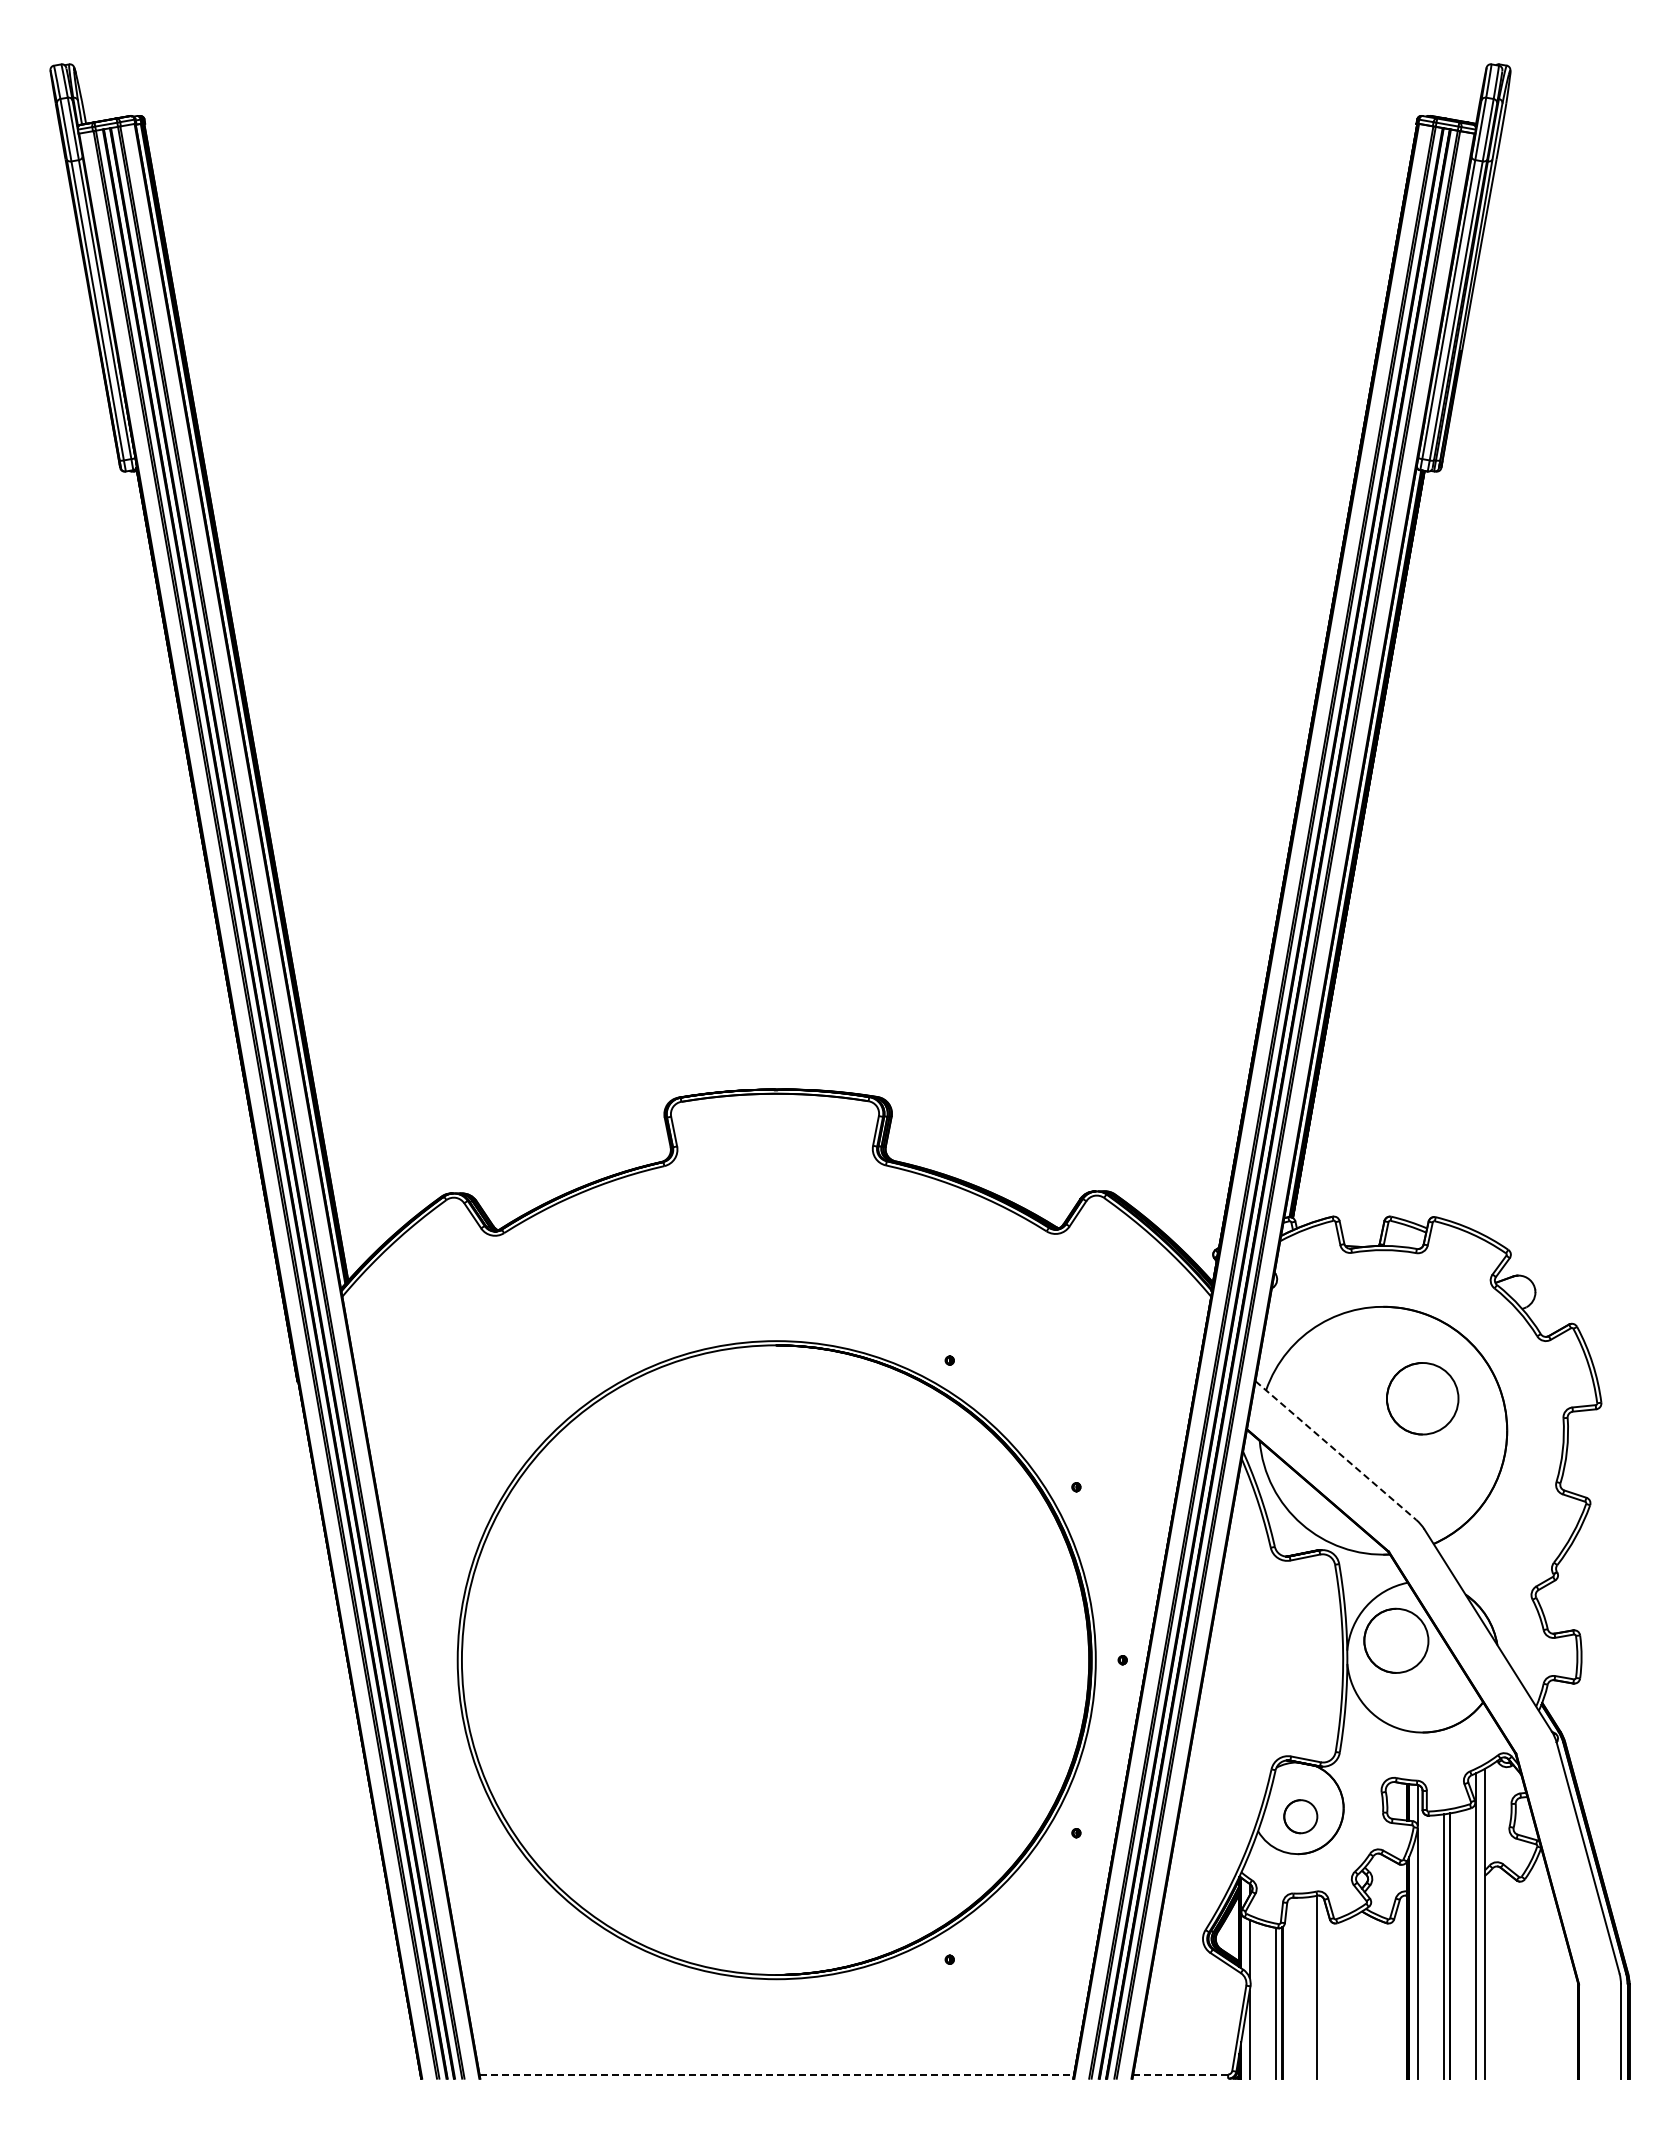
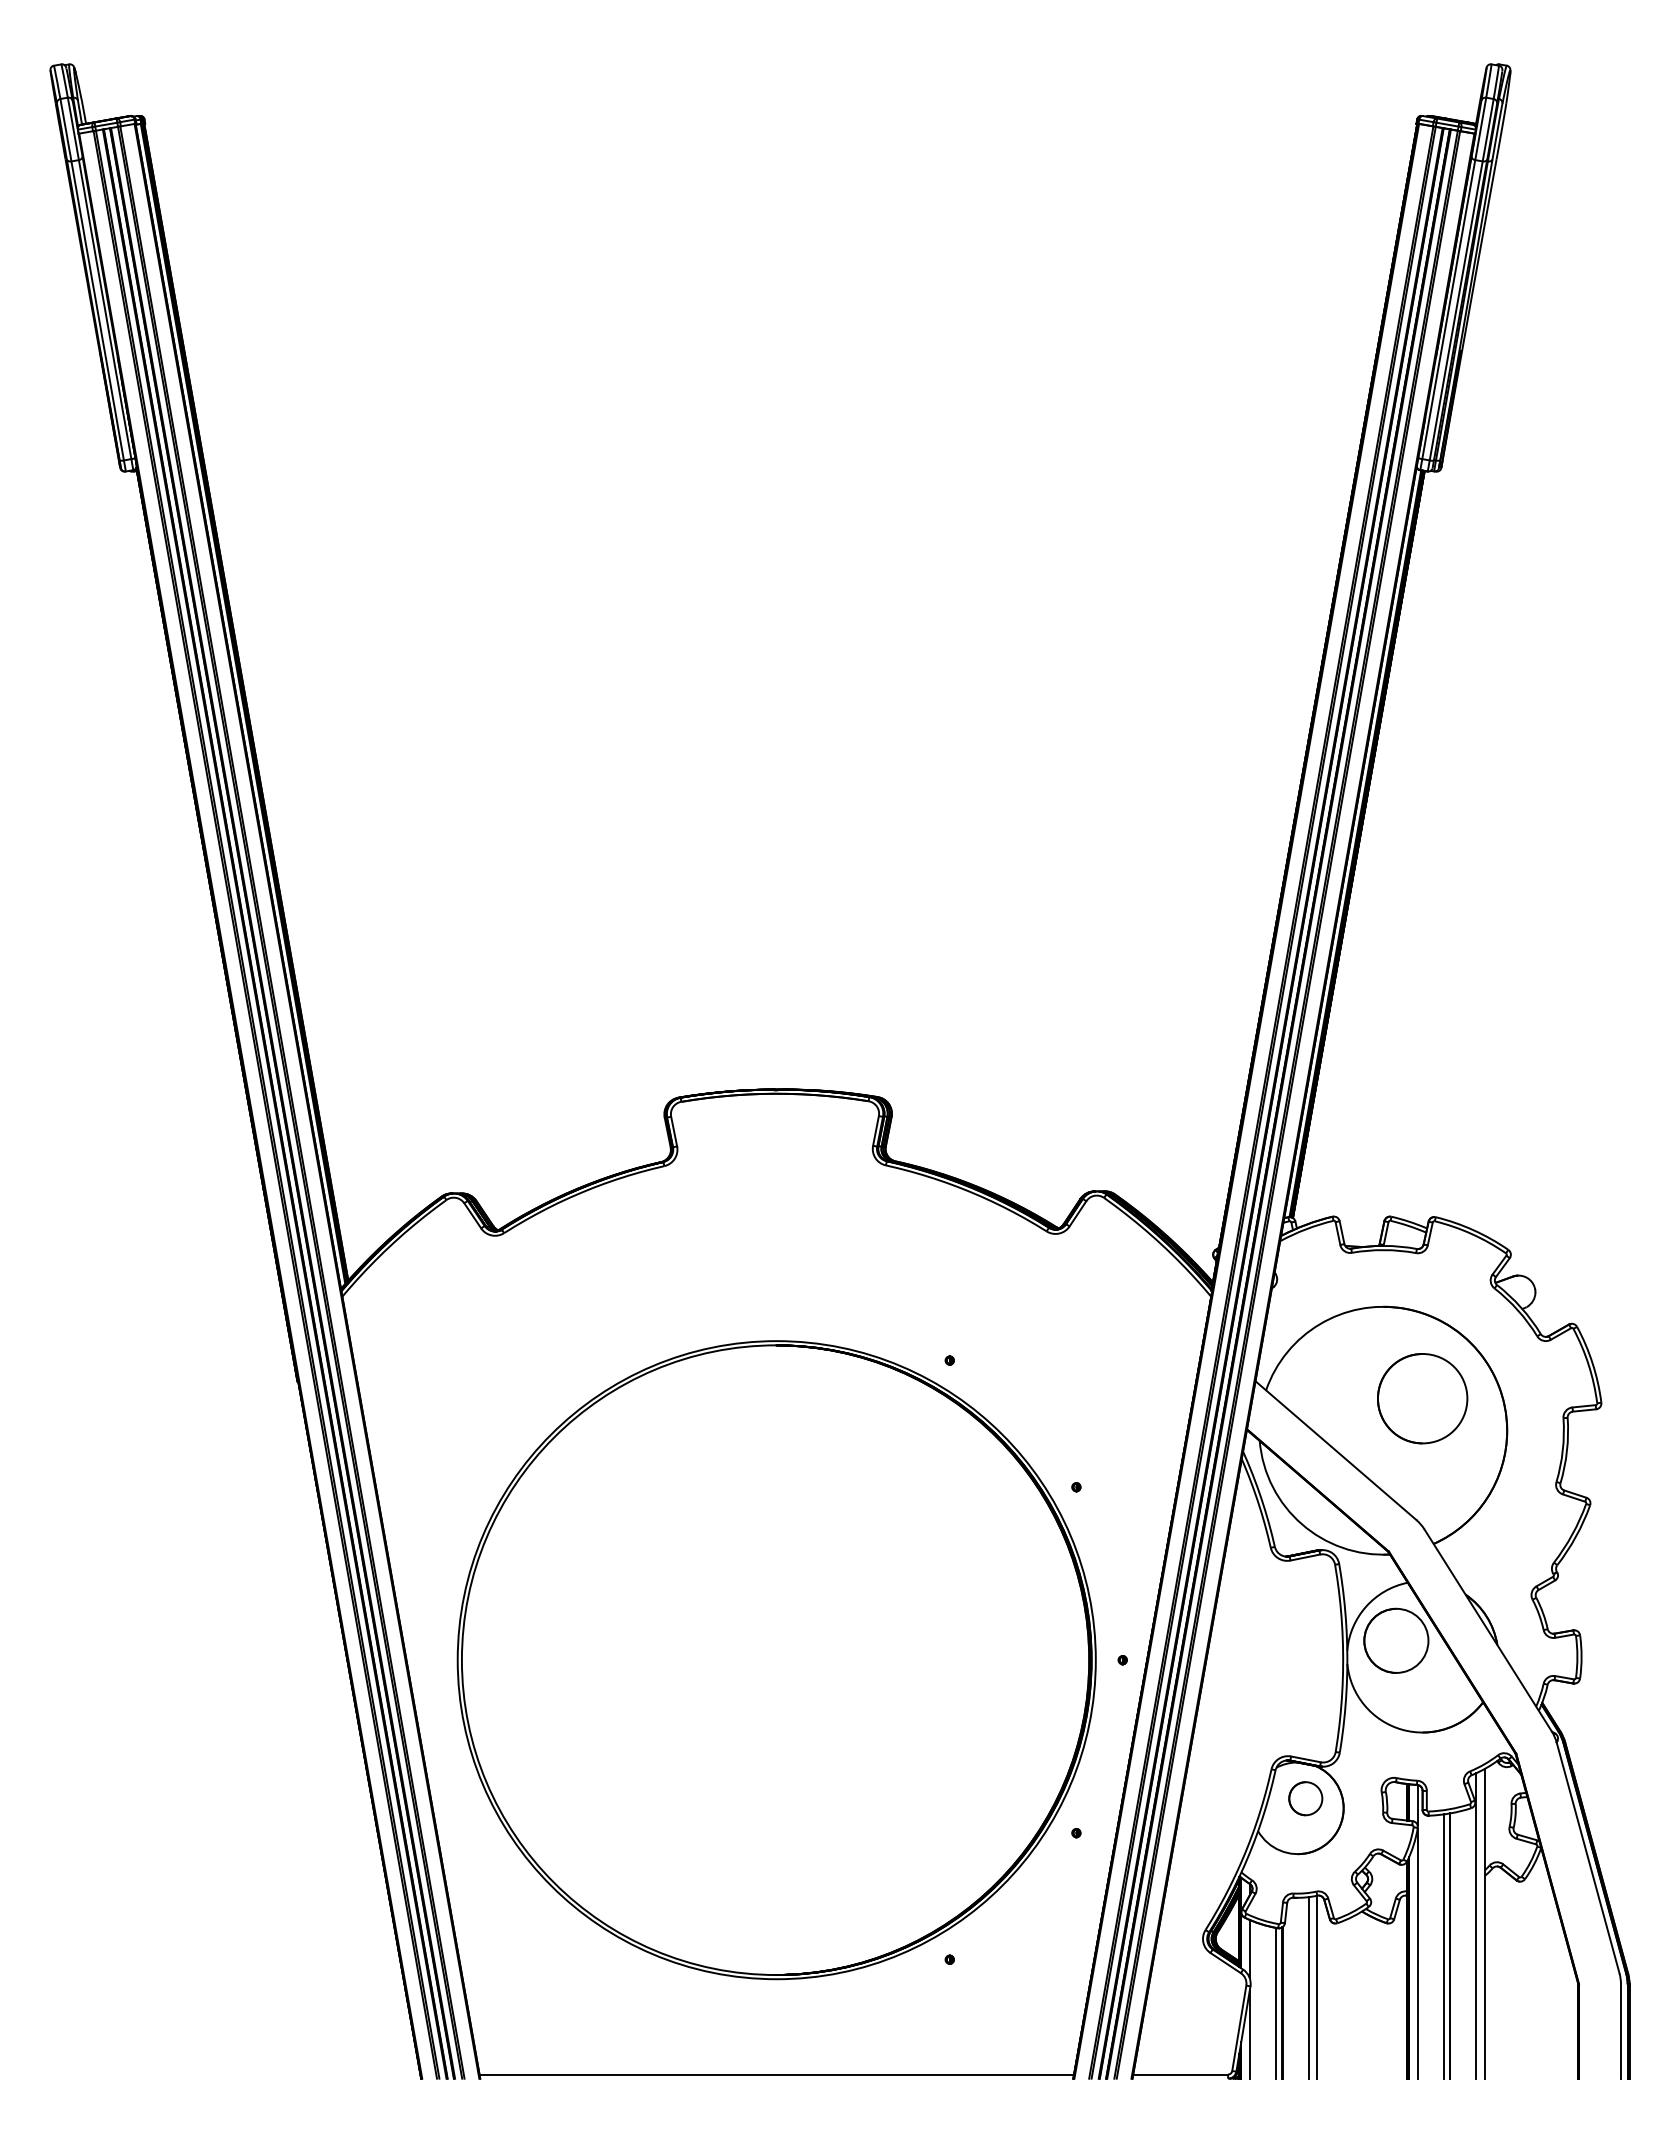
circle at (1422, 1398) size: 74x74 px -> 92x92 px
line at (1336, 1450): dashed -> solid
circle at (1300, 1816) position: (1300, 1816) -> (1305, 1798)
line at (1308, 1987): none -> present
line at (777, 2074): dashed -> solid
line at (1181, 2074): dashed -> solid
